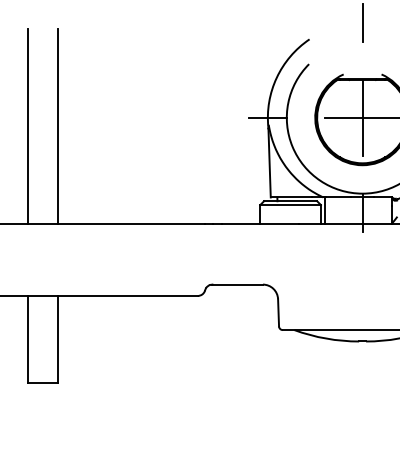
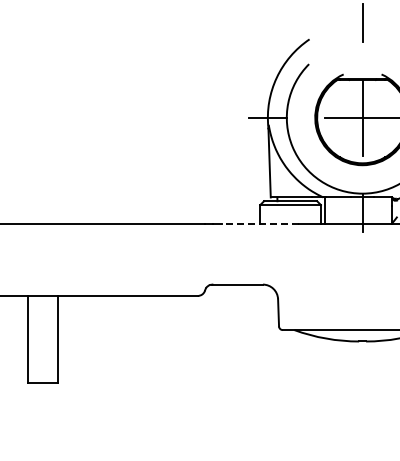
line at (27, 126): present -> none
line at (58, 126): present -> none
line at (260, 223): solid -> dashed
